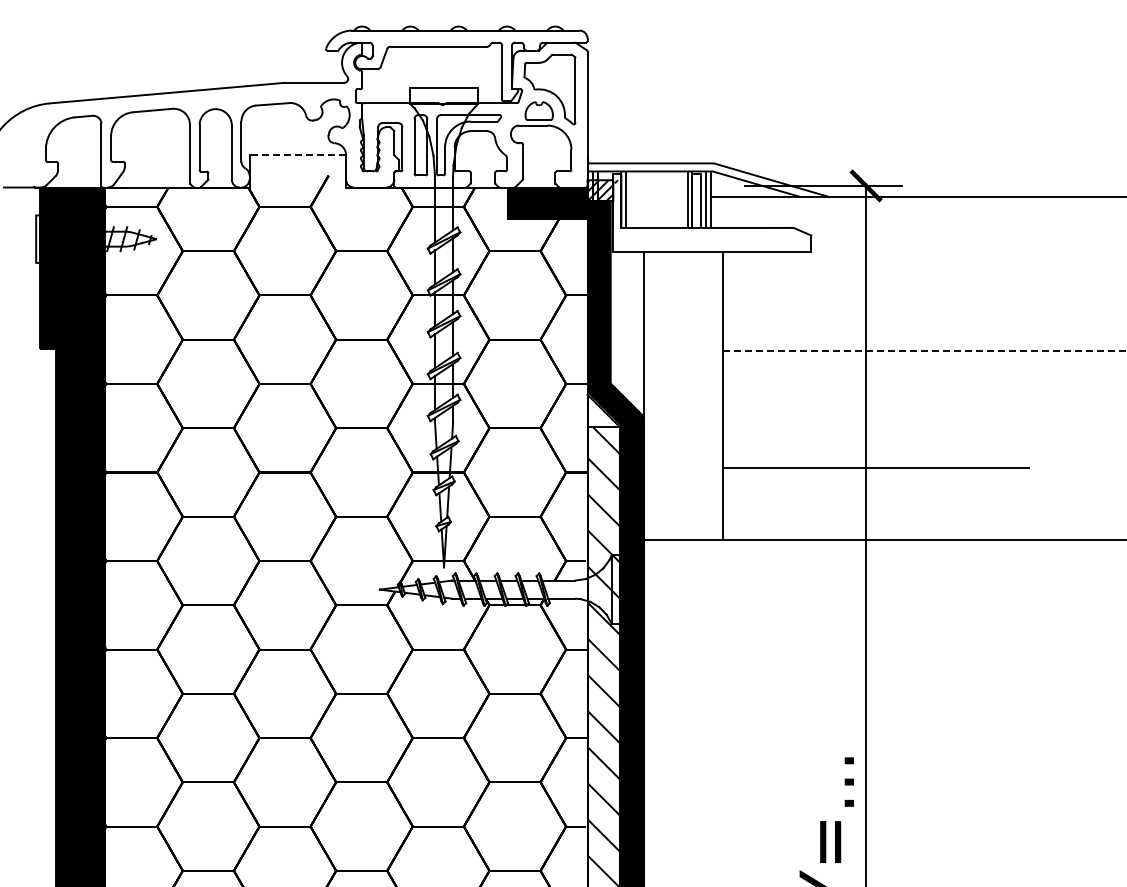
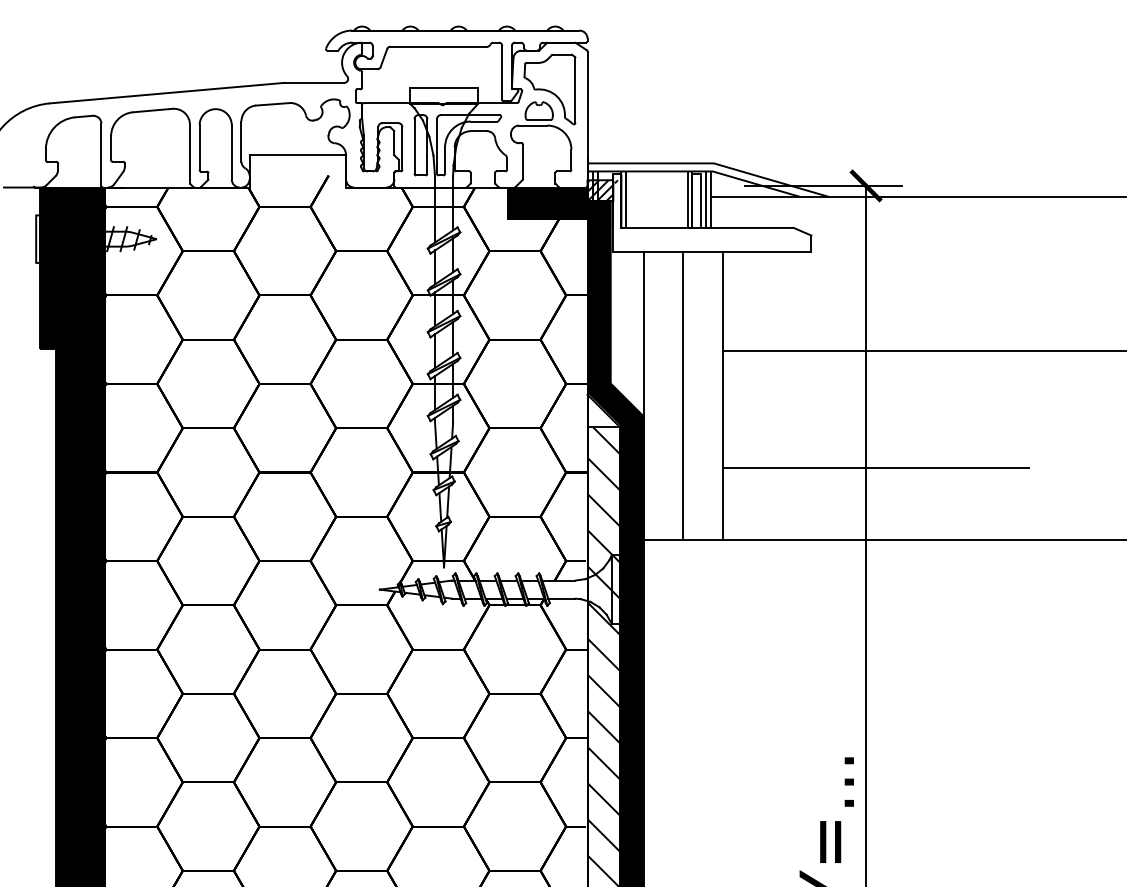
line at (297, 155): dashed -> solid
line at (924, 350): dashed -> solid
line at (682, 395): none -> present
